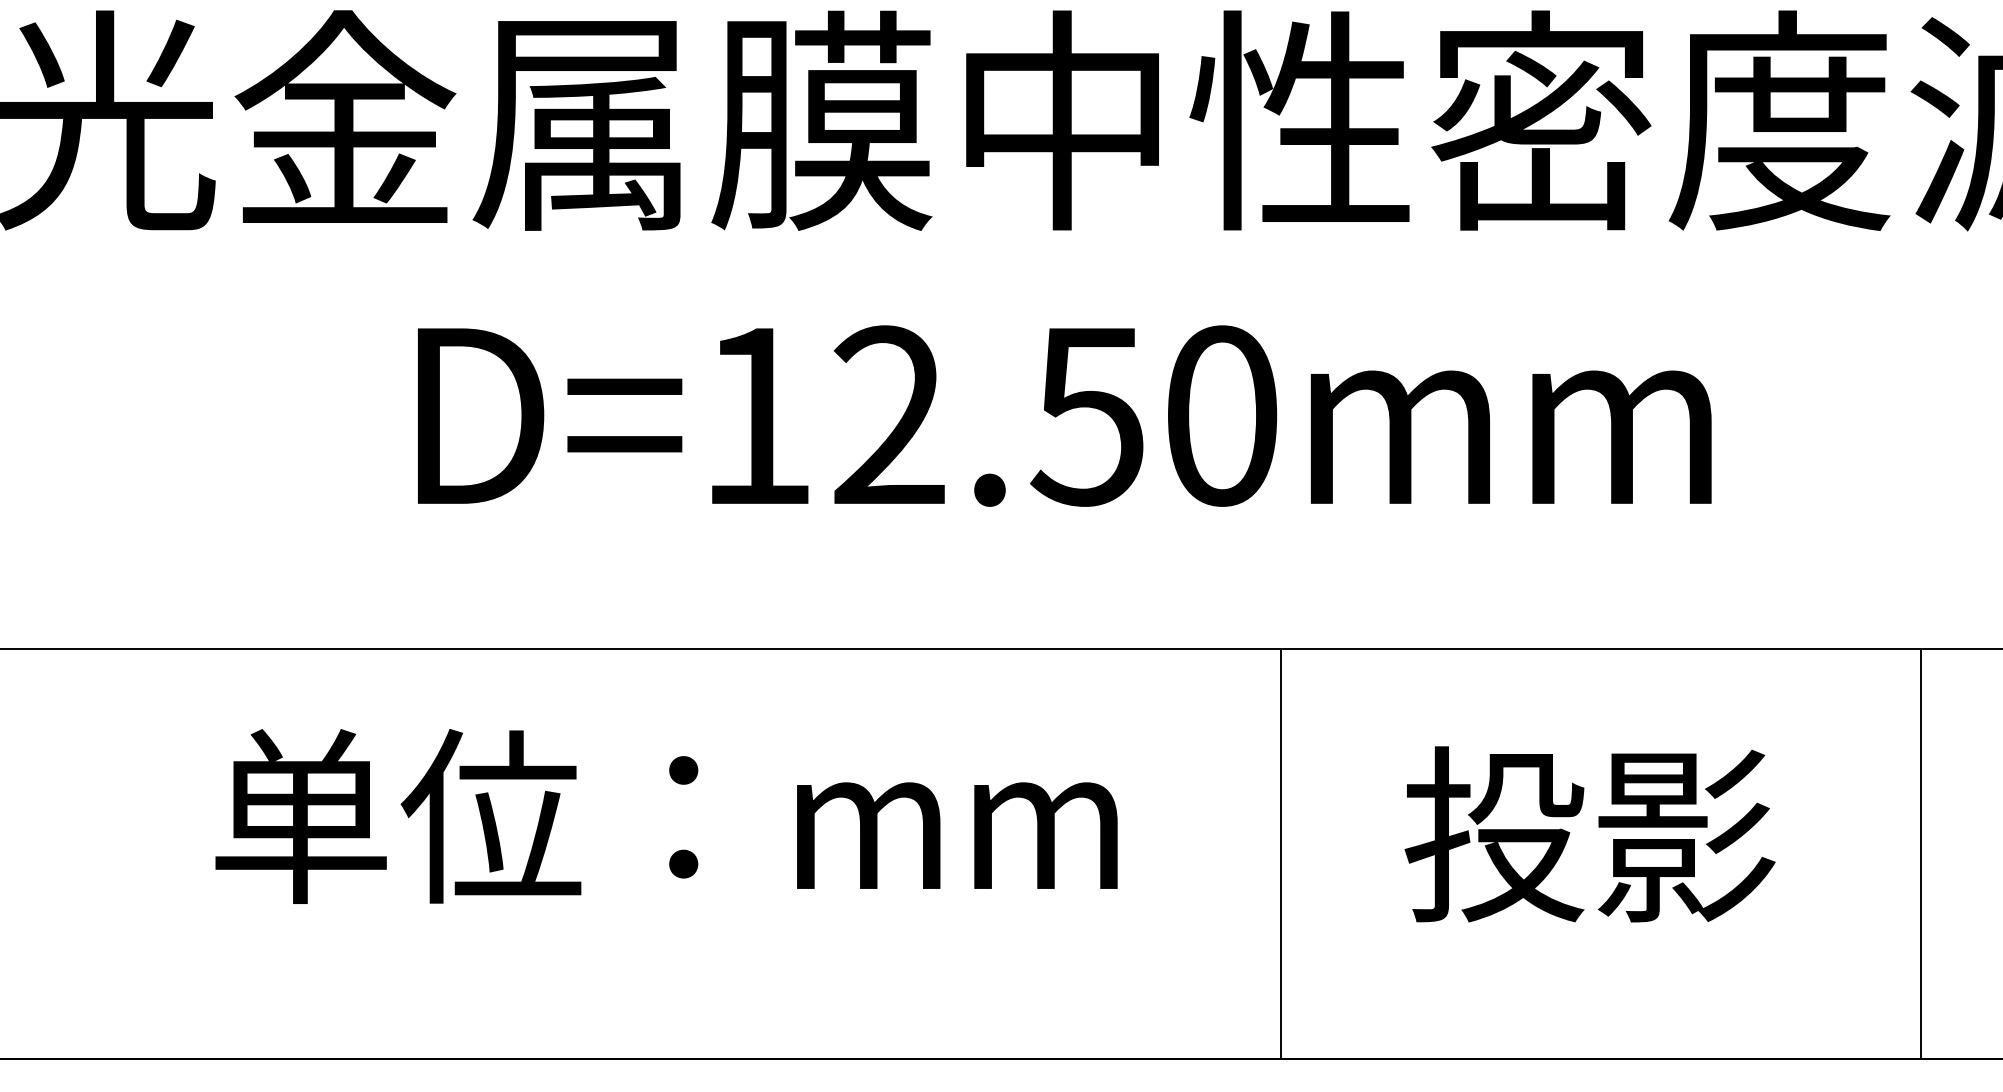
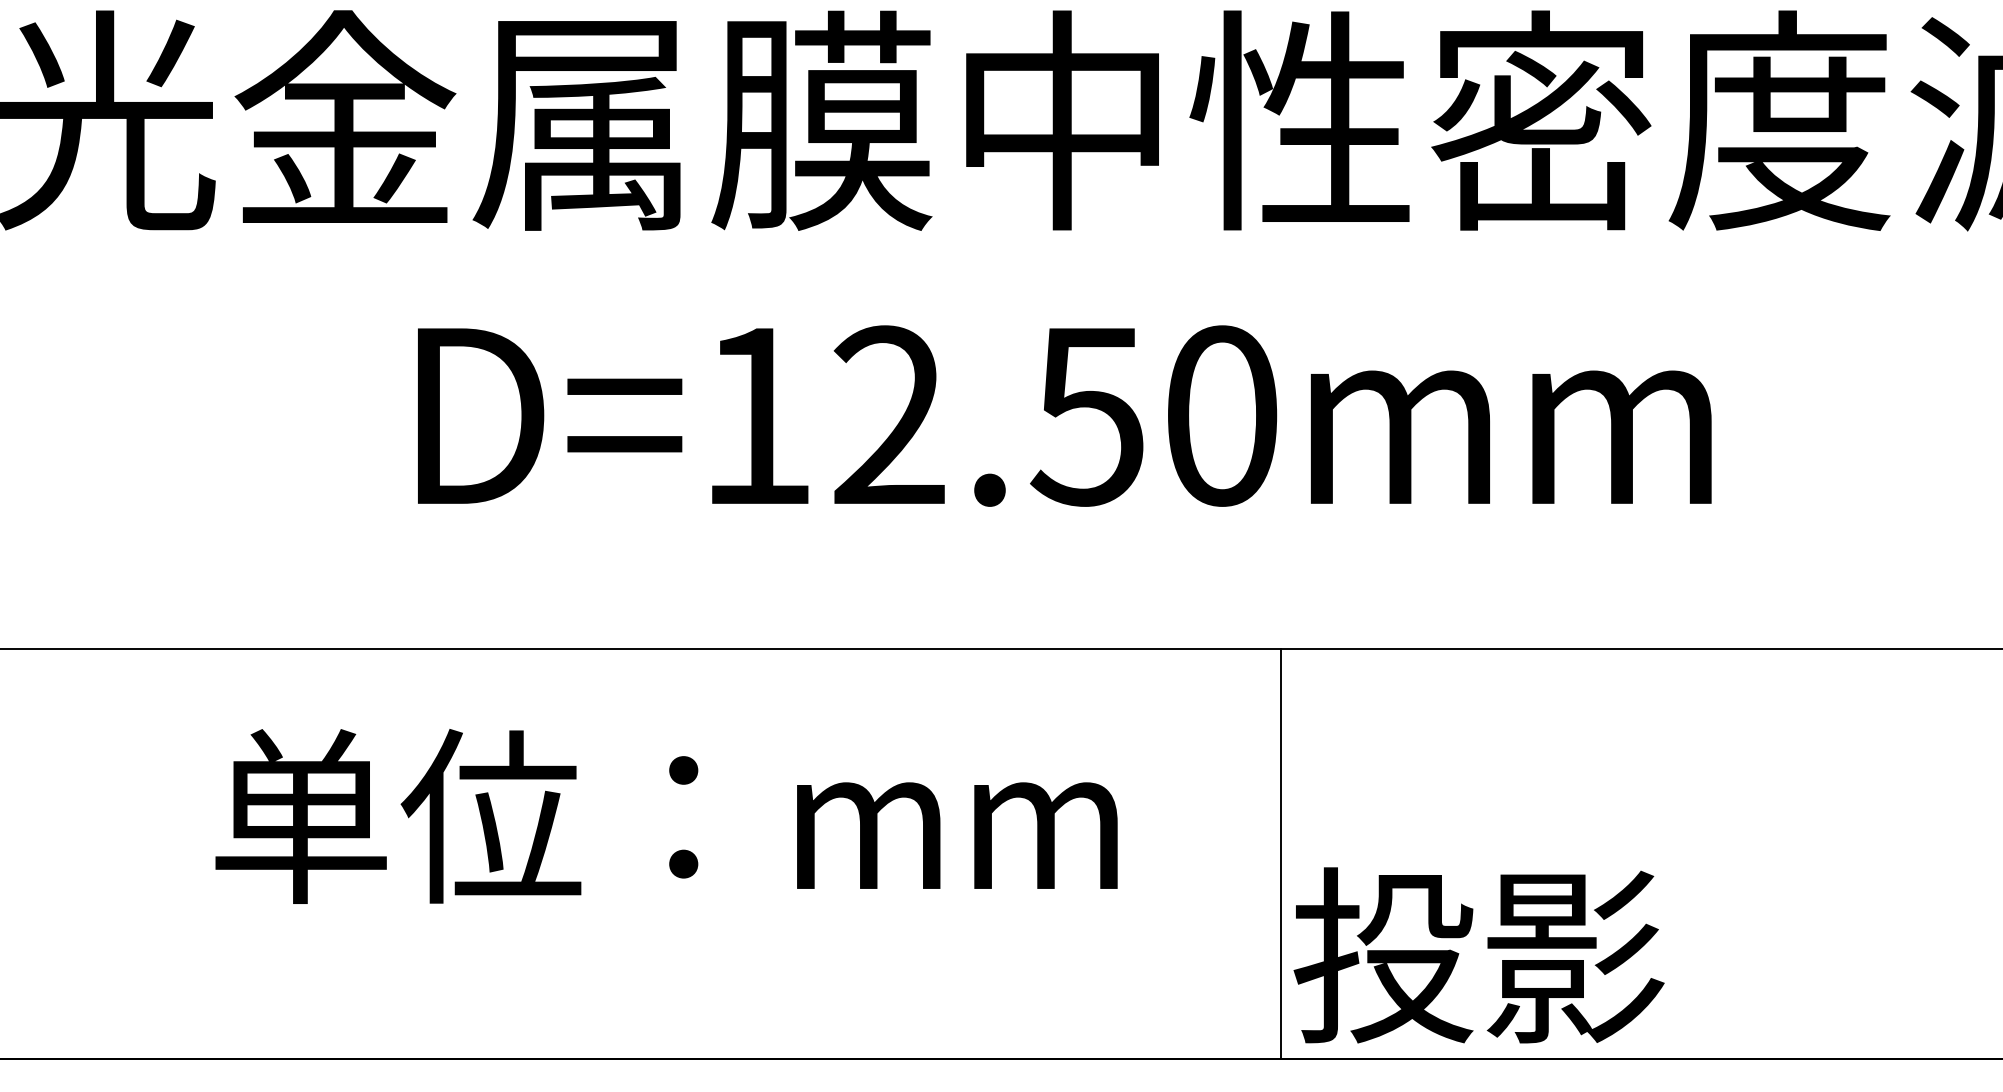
text at (1589, 834) position: (1589, 834) -> (1478, 955)
line at (1921, 854): present -> none
